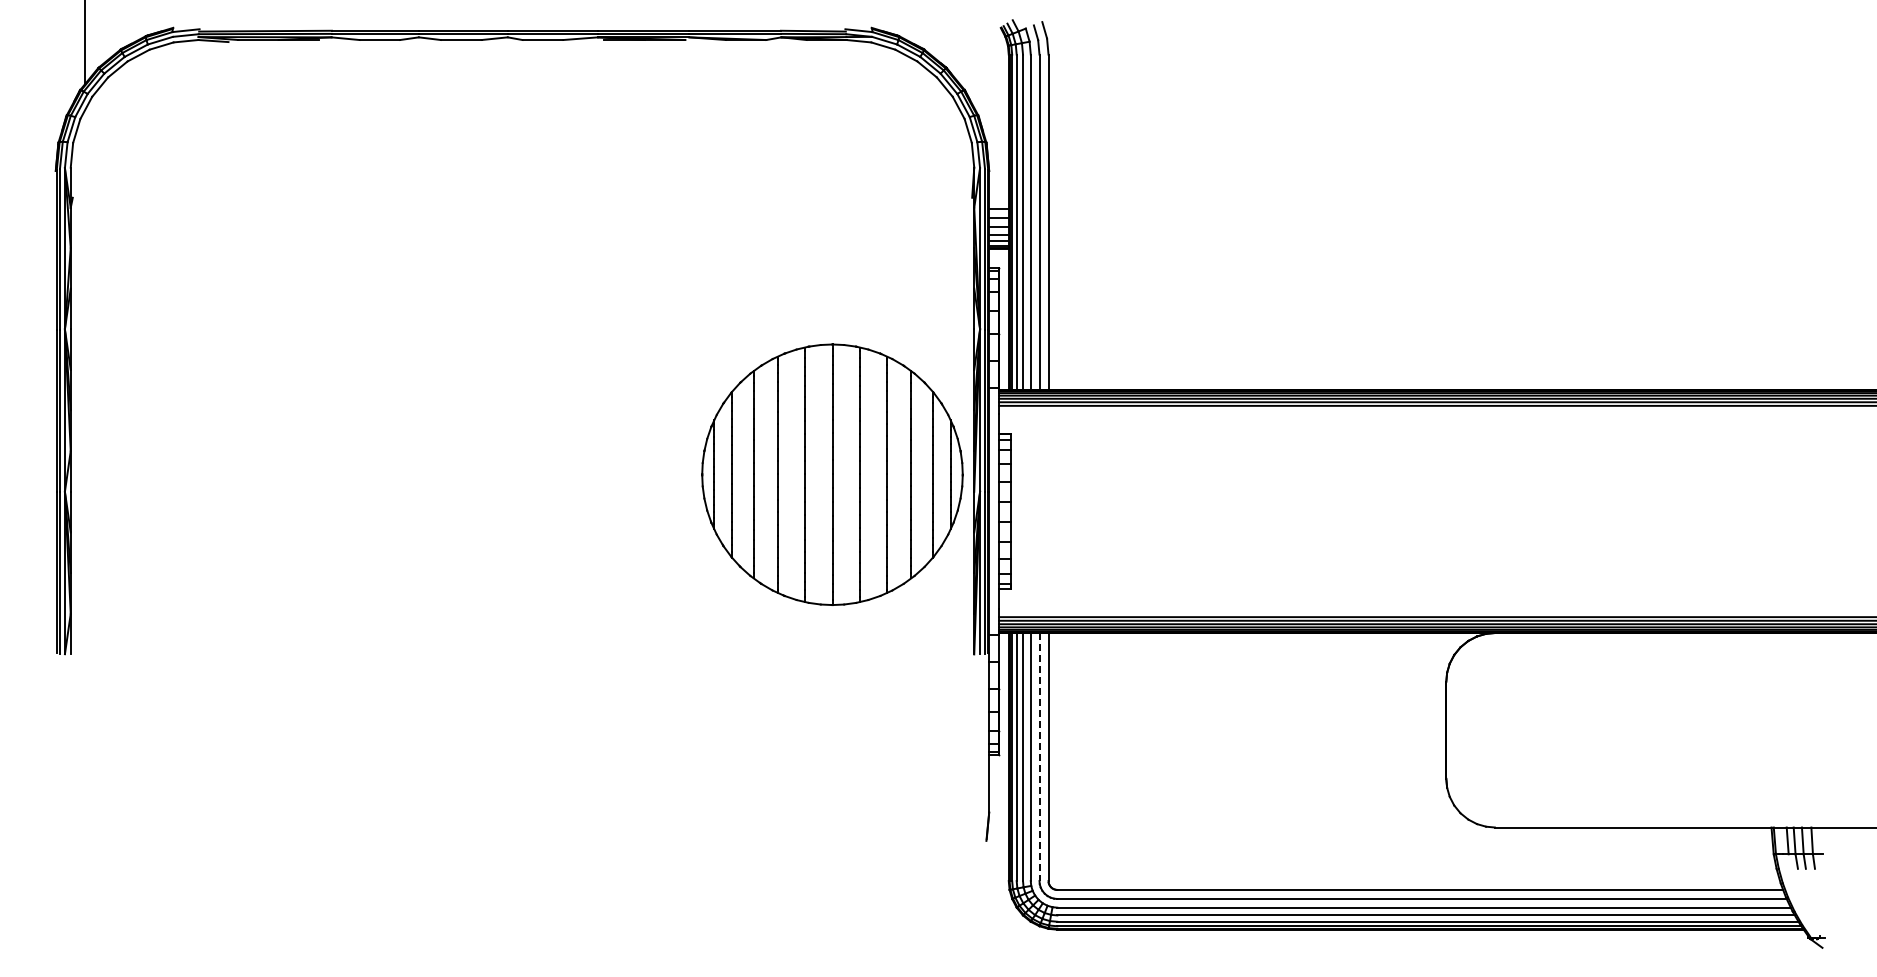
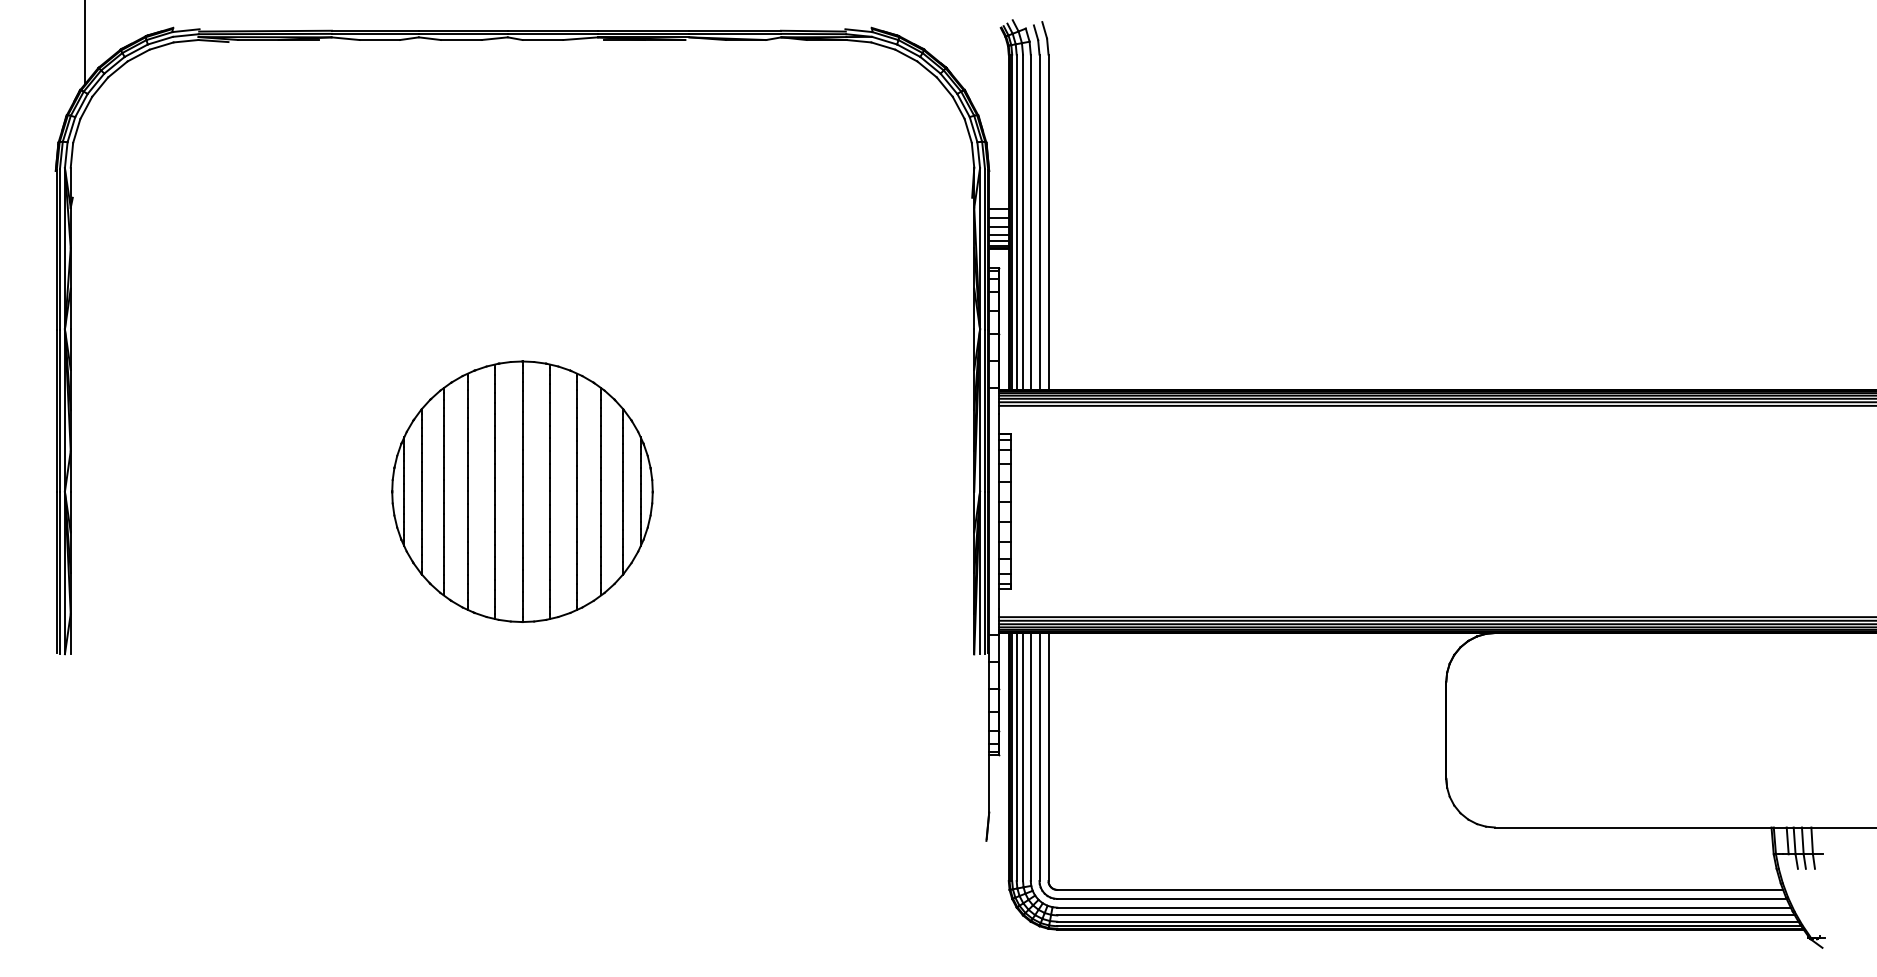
part at (832, 474) position: (832, 474) -> (522, 491)
line at (1039, 757): dashed -> solid
